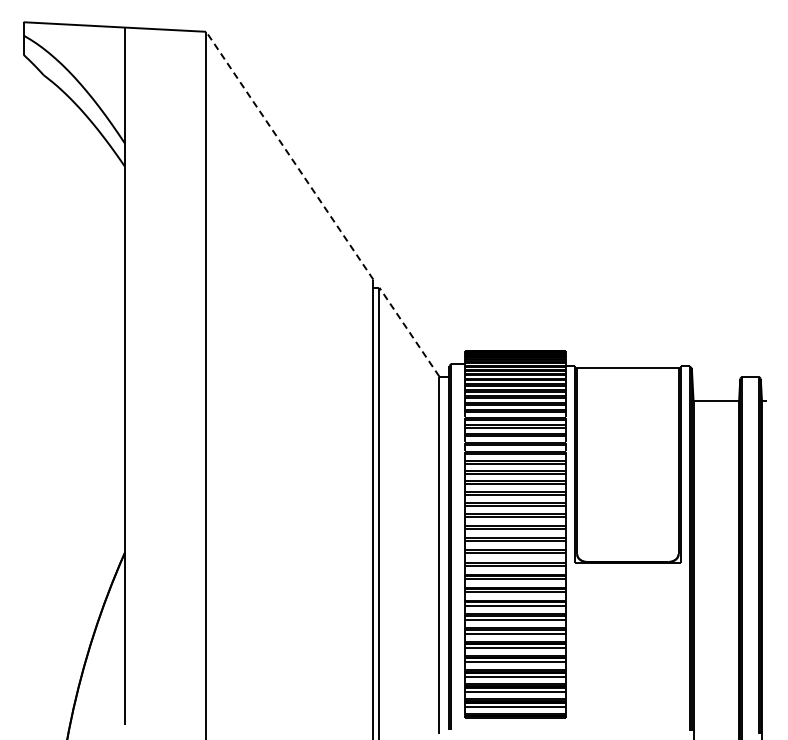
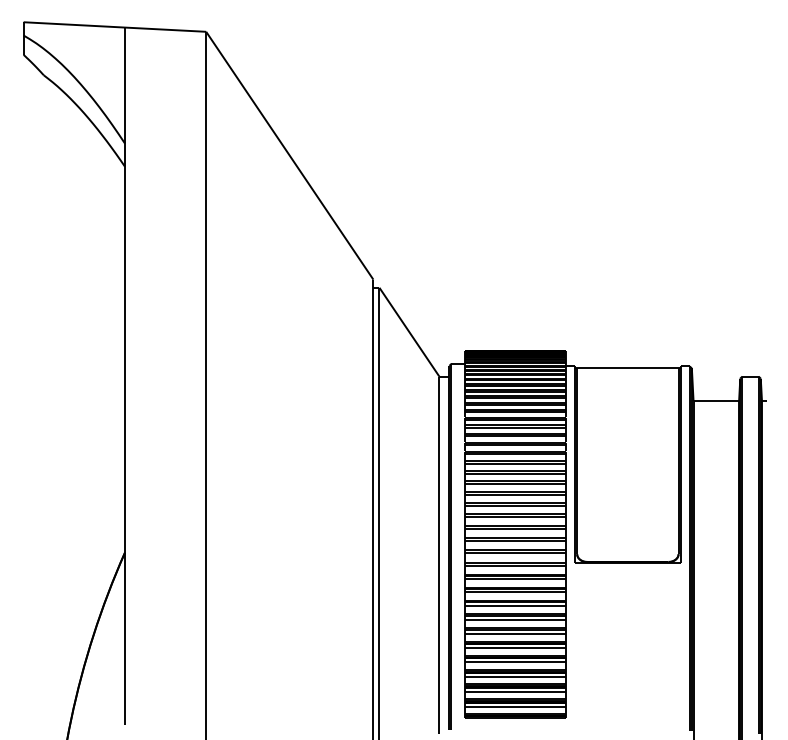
line at (289, 155): dashed -> solid
line at (409, 332): dashed -> solid
